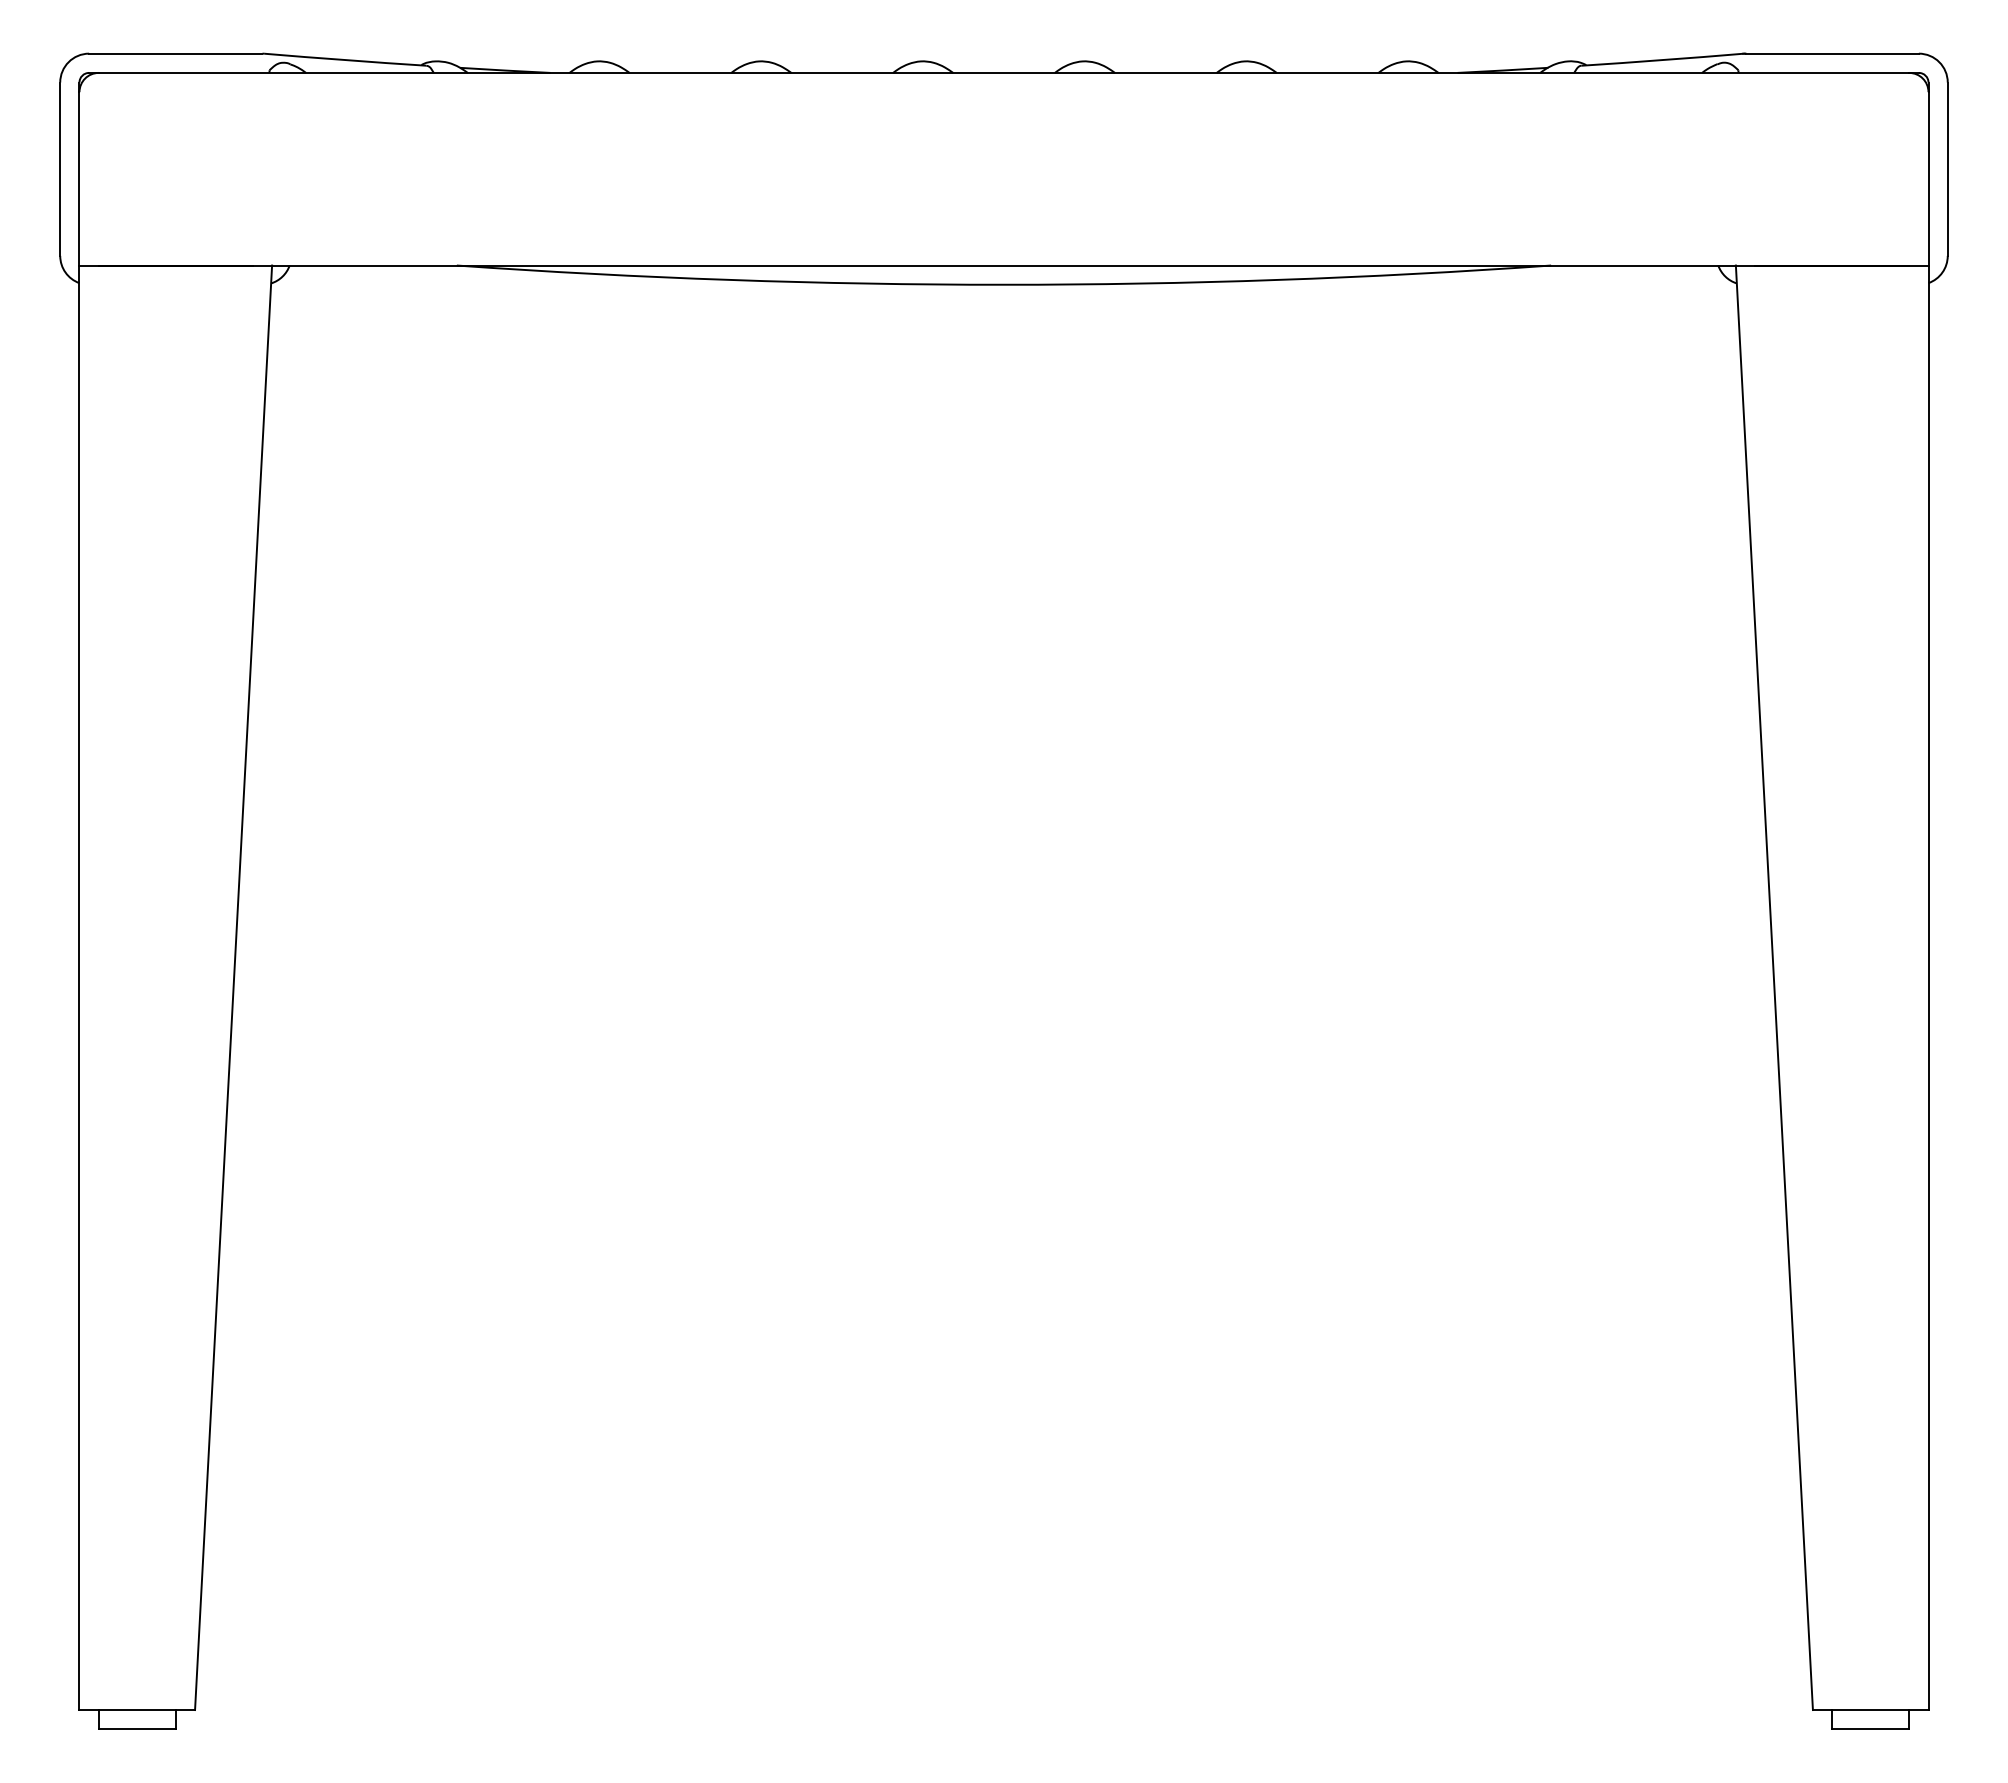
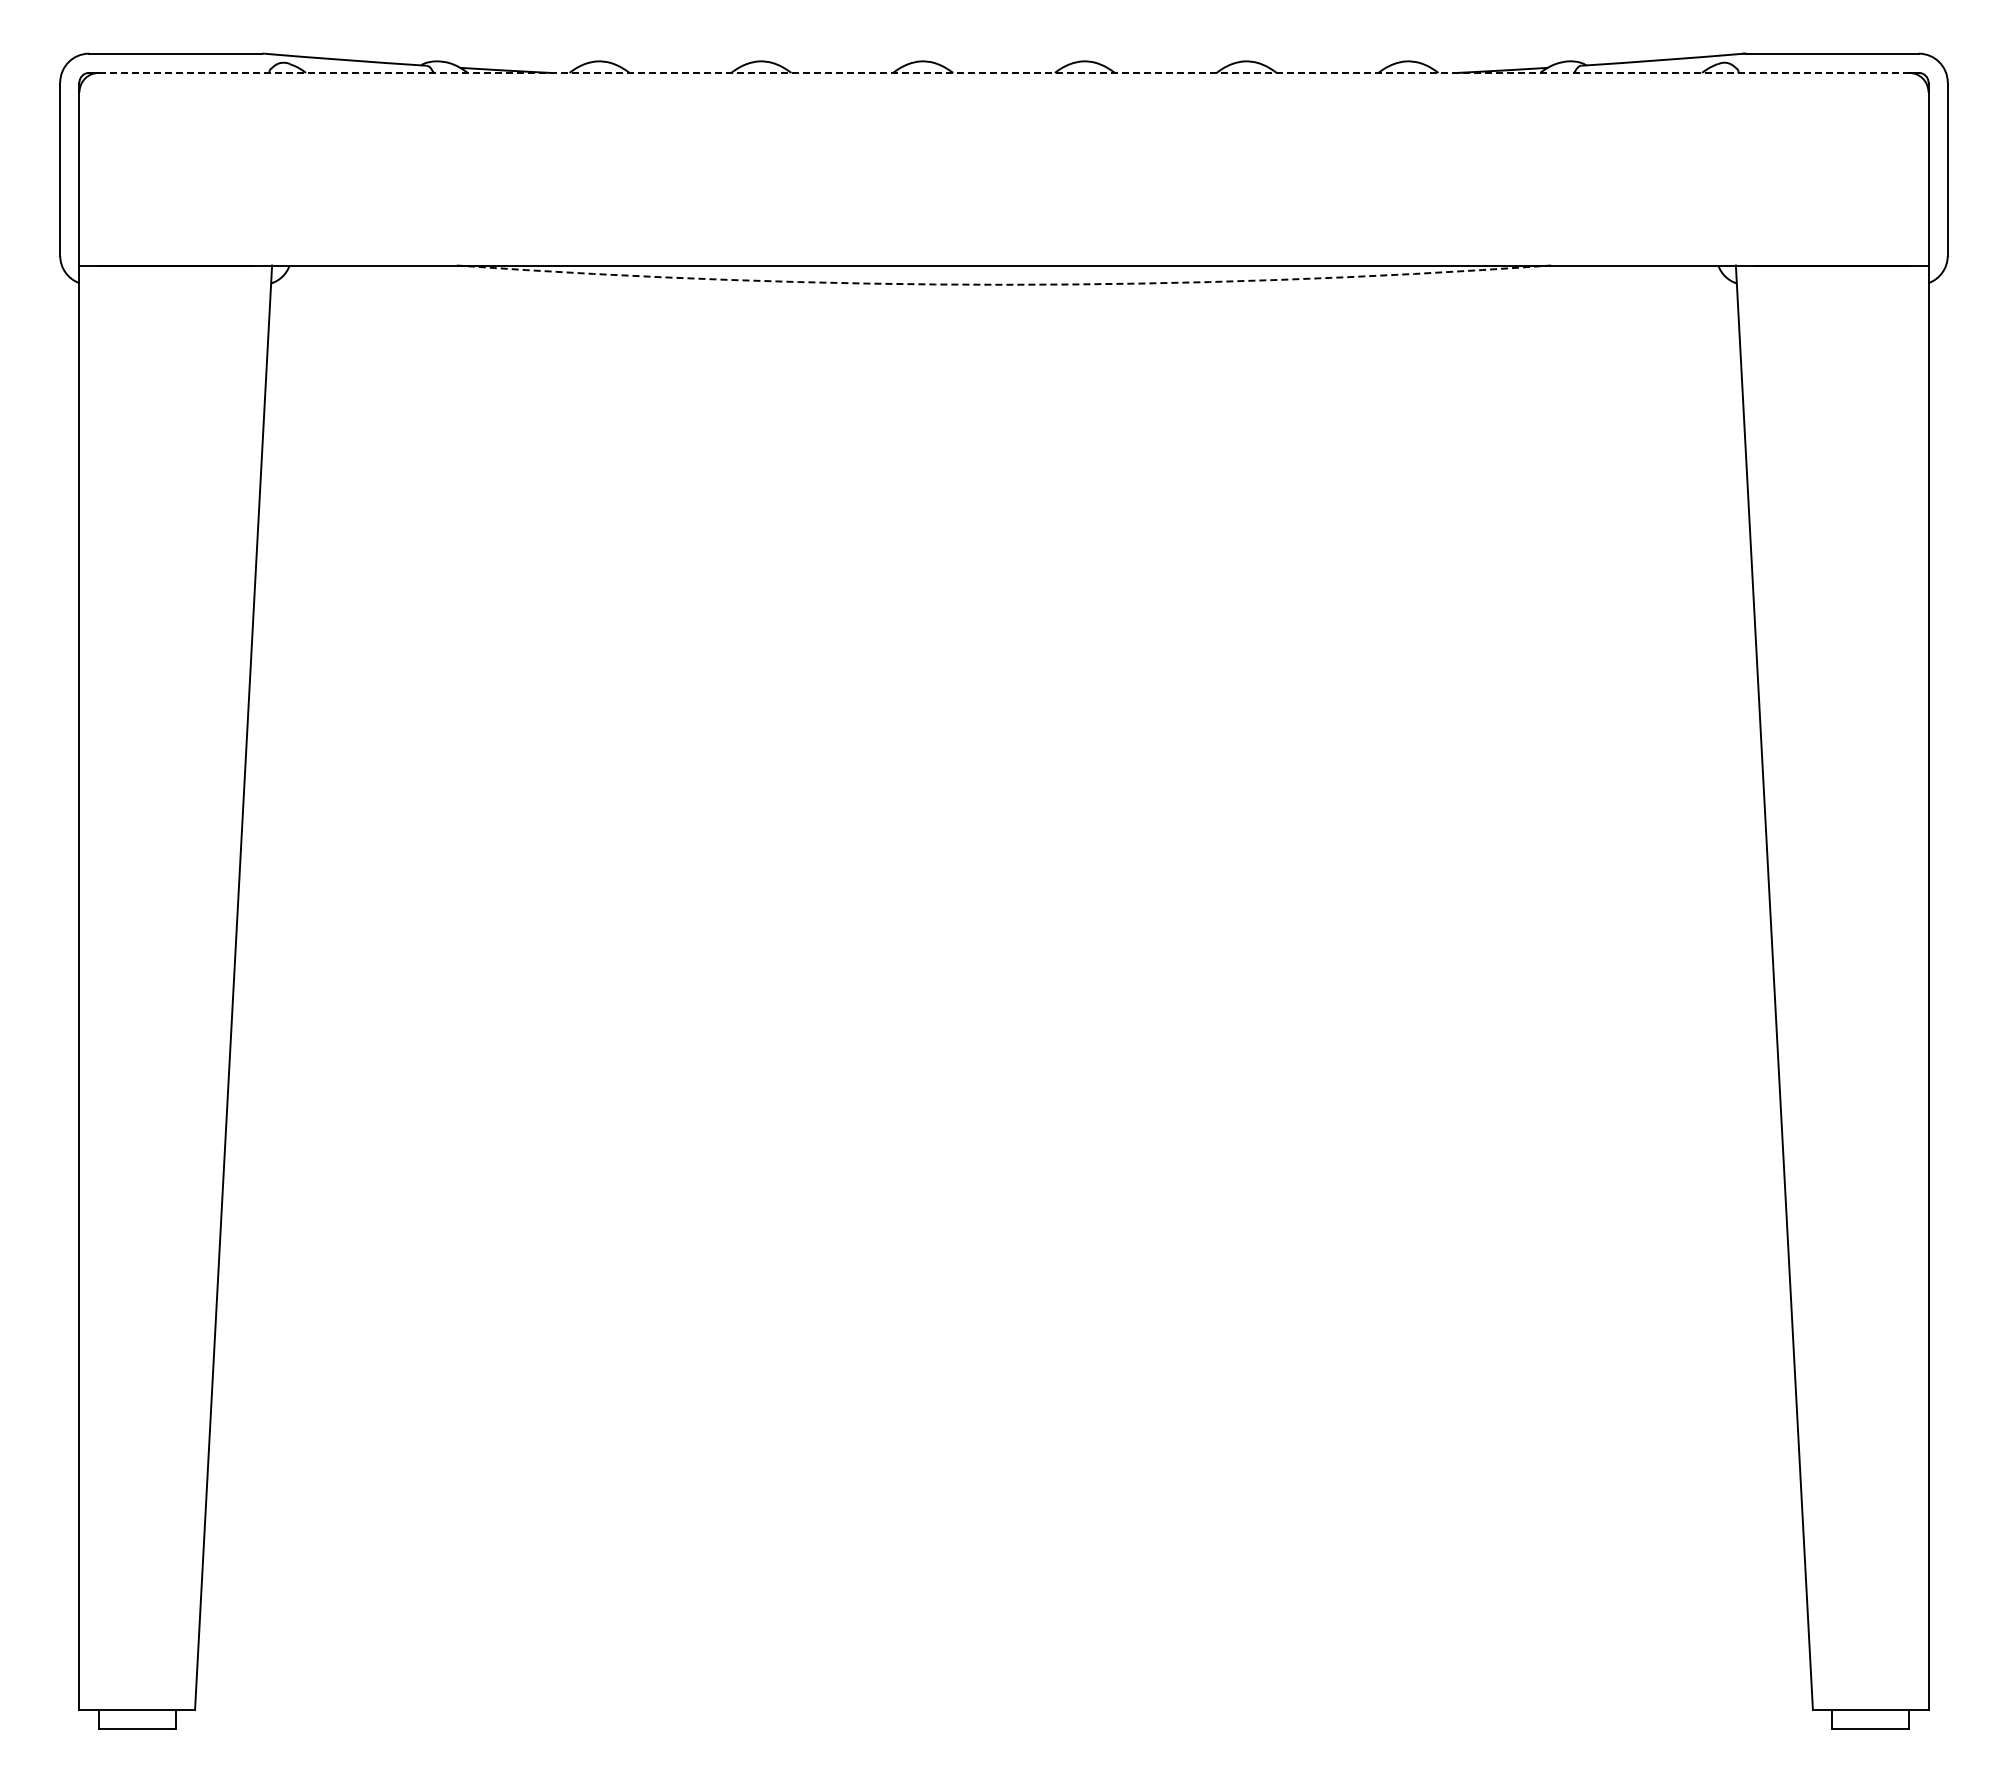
line at (1004, 72): solid -> dashed
arc at (1003, 284): solid -> dashed
